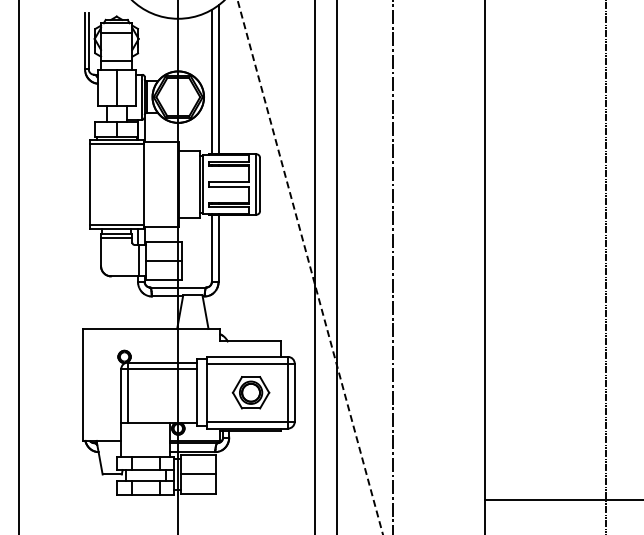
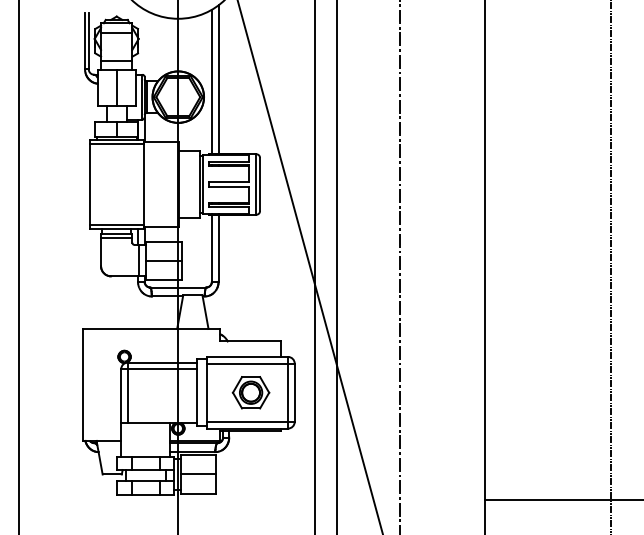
line at (393, 266) position: (393, 266) -> (400, 266)
line at (605, 266) position: (605, 266) -> (610, 266)
line at (310, 267): dashed -> solid
